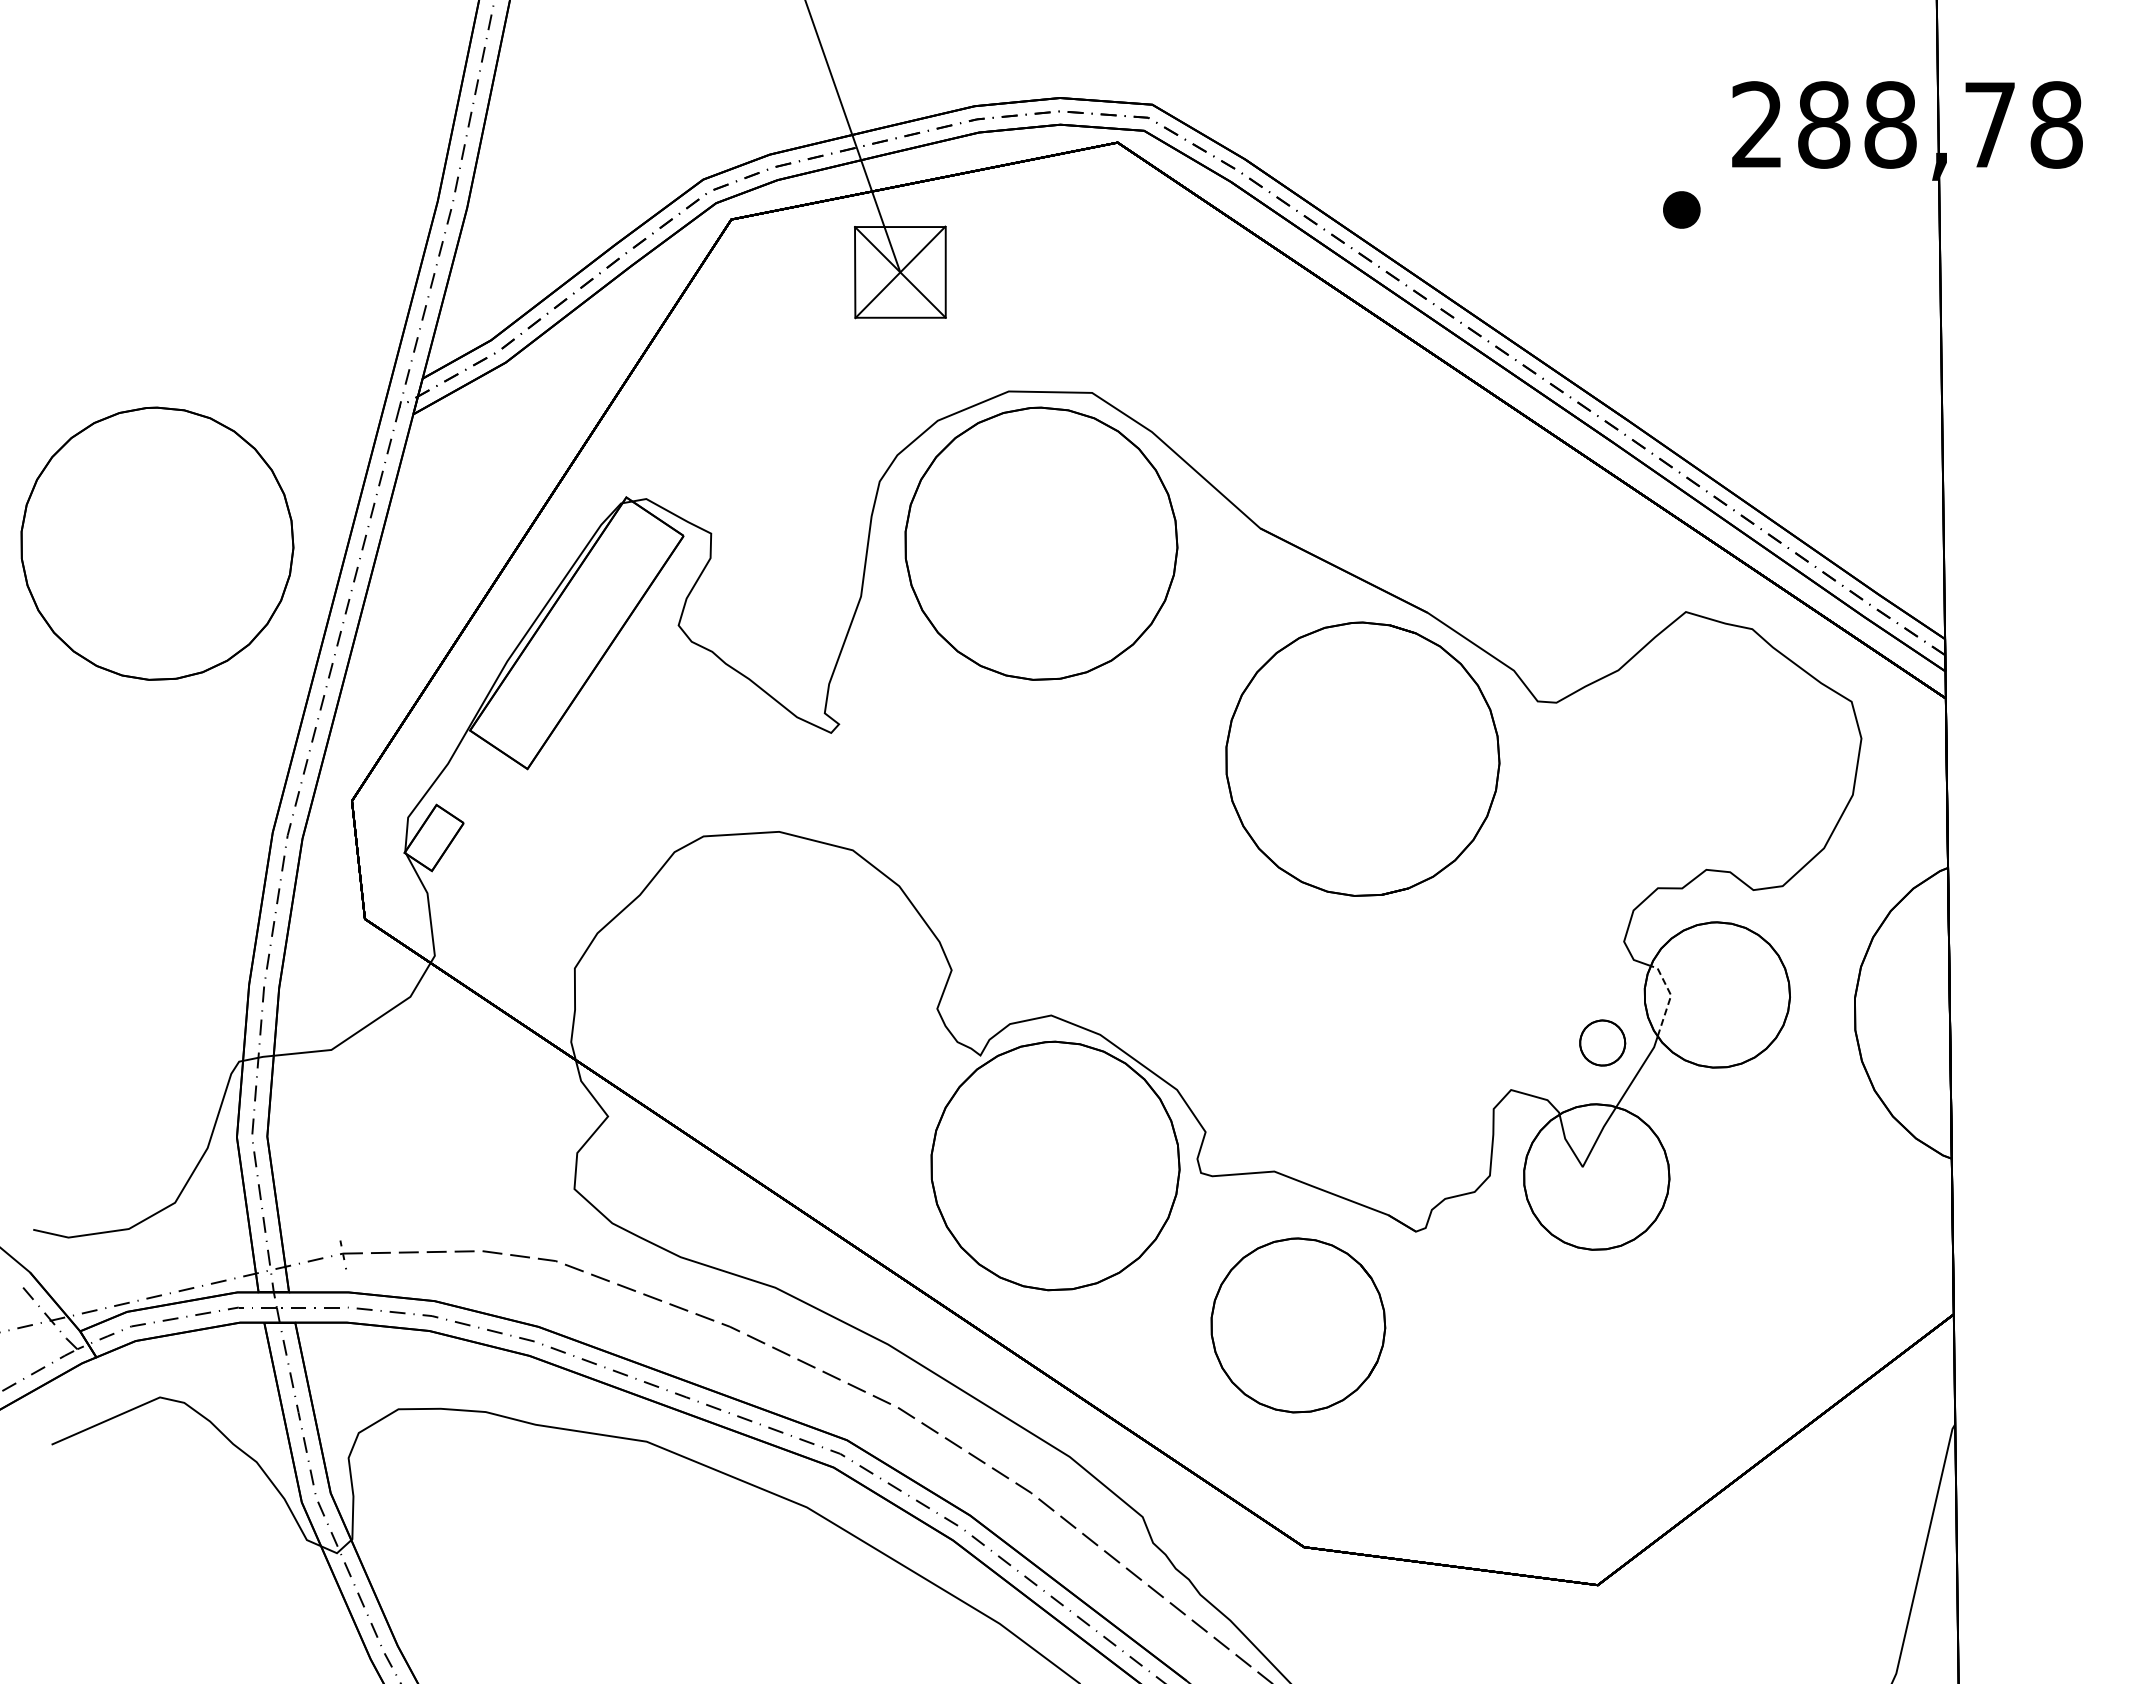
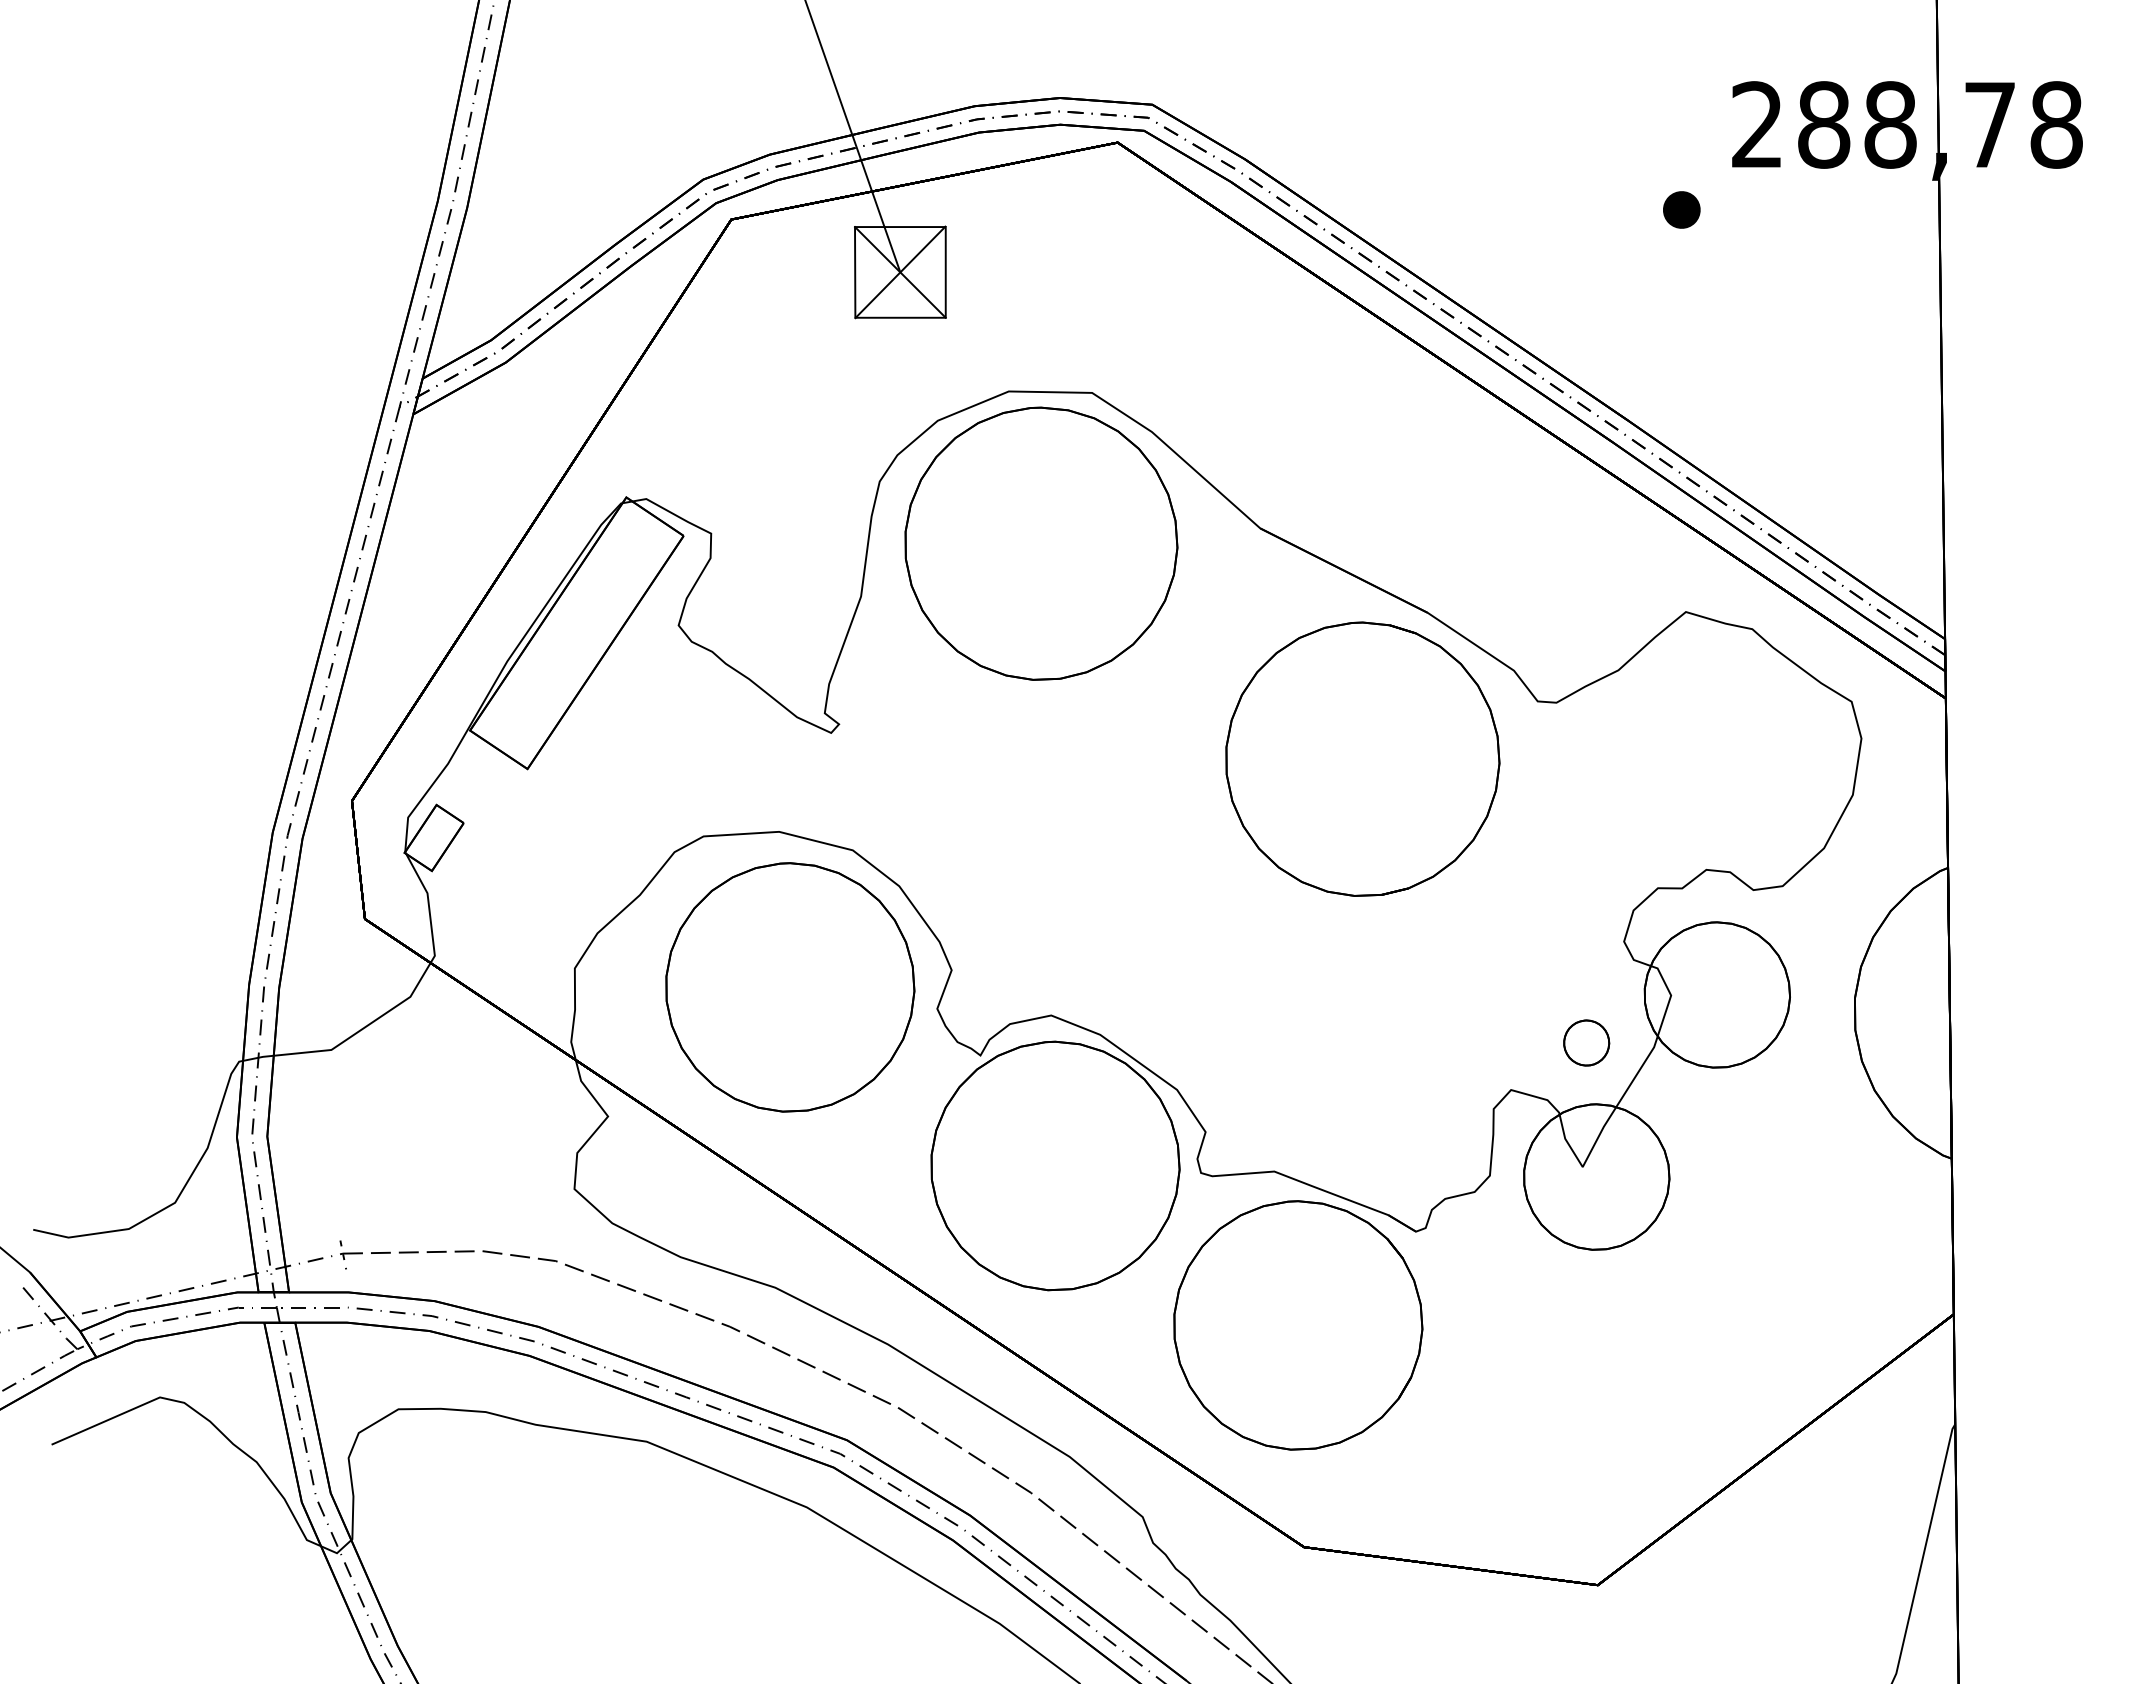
part at (157, 543): present -> none
part at (790, 987): none -> present
line at (1670, 996): dashed -> solid
part at (1602, 1042) position: (1602, 1042) -> (1586, 1042)
part at (1298, 1325) size: 177x177 px -> 251x251 px
